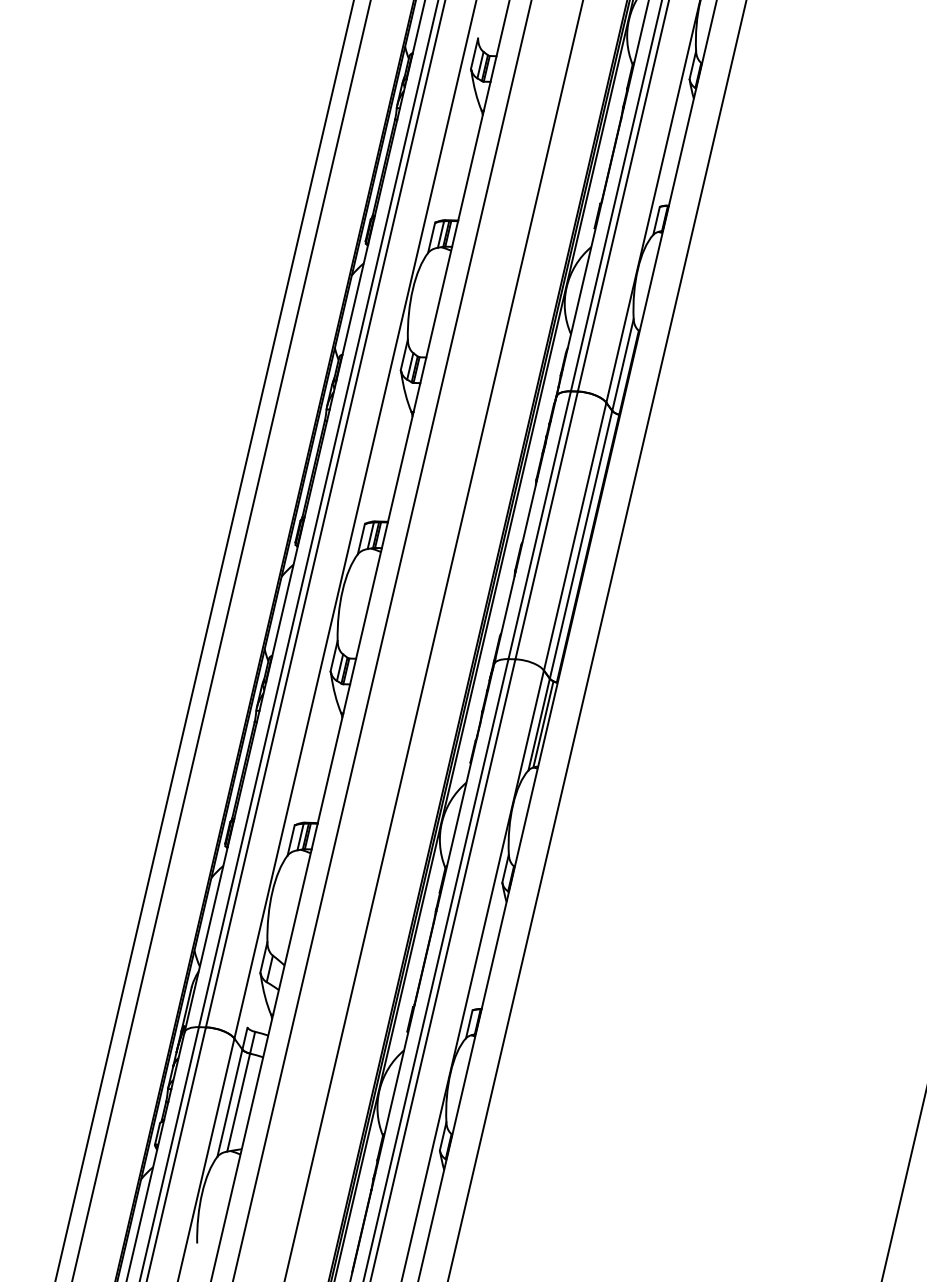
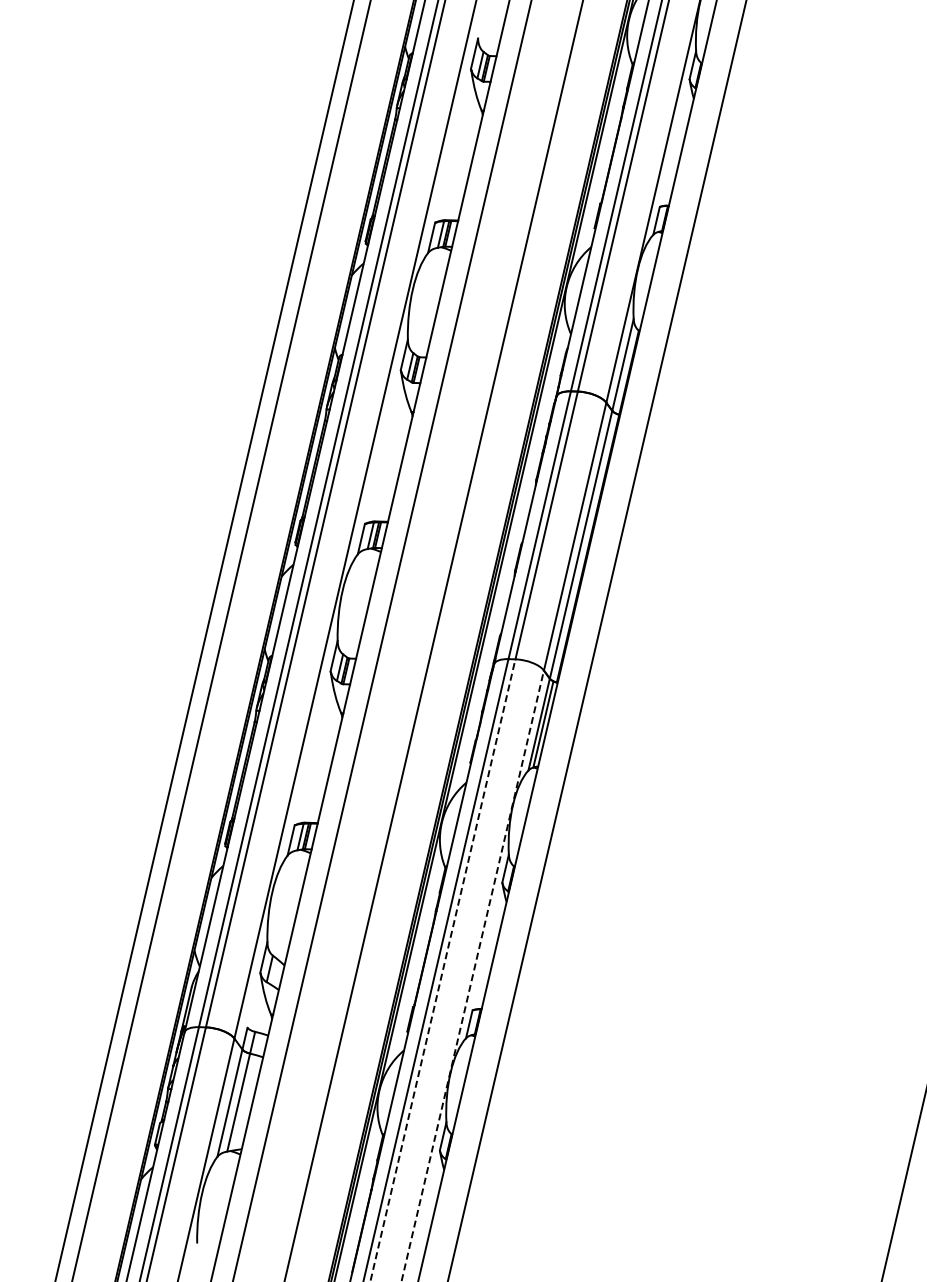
line at (443, 969): solid -> dashed
line at (472, 975): solid -> dashed
